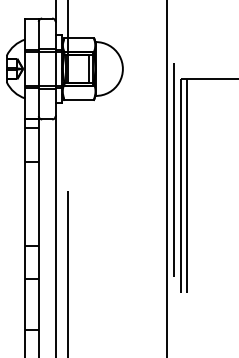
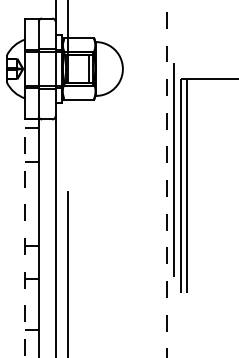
line at (167, 179): solid -> dashed
line at (25, 238): solid -> dashed
